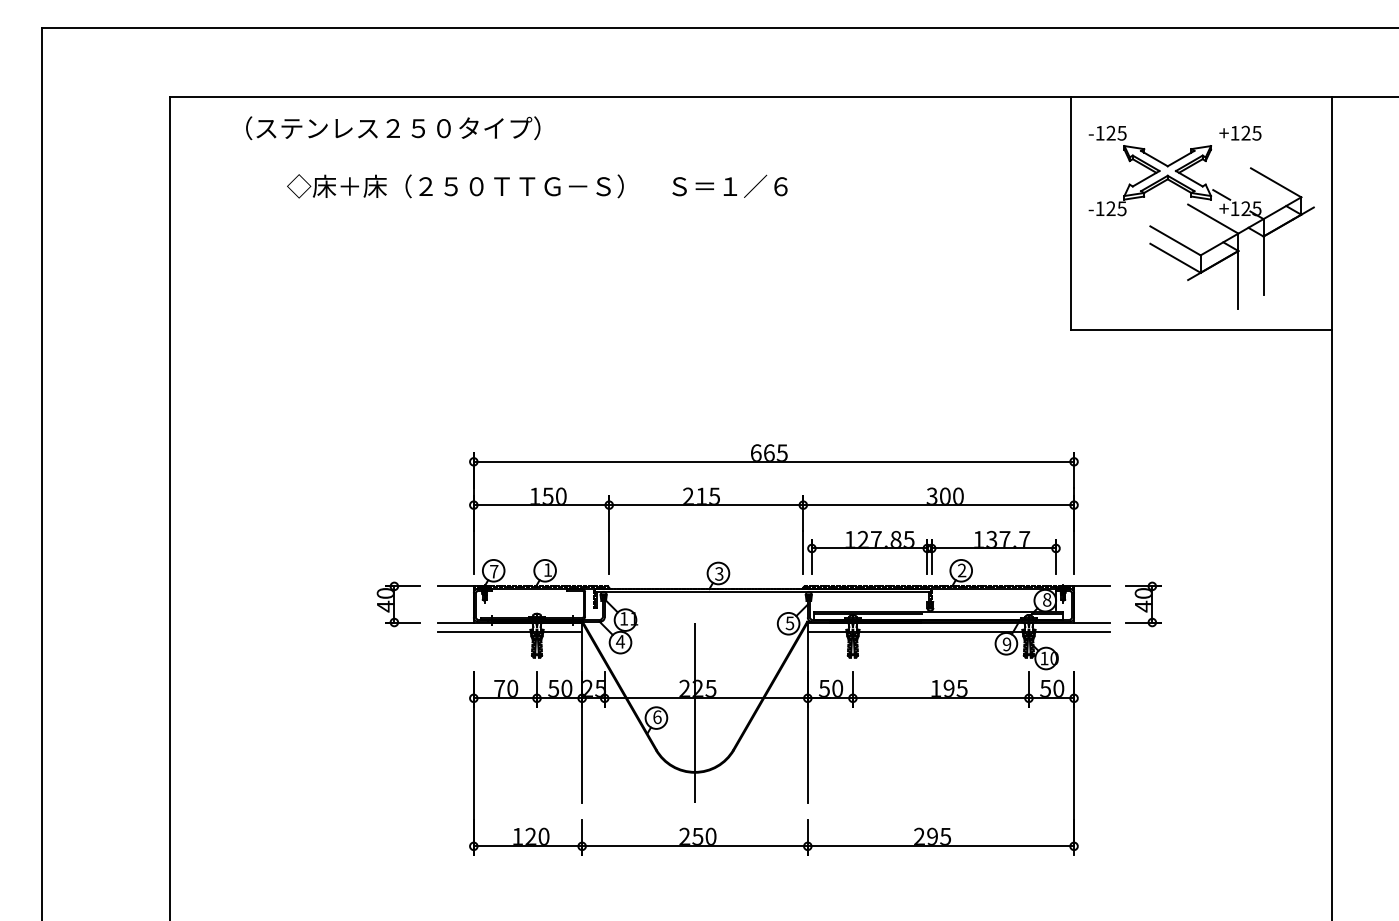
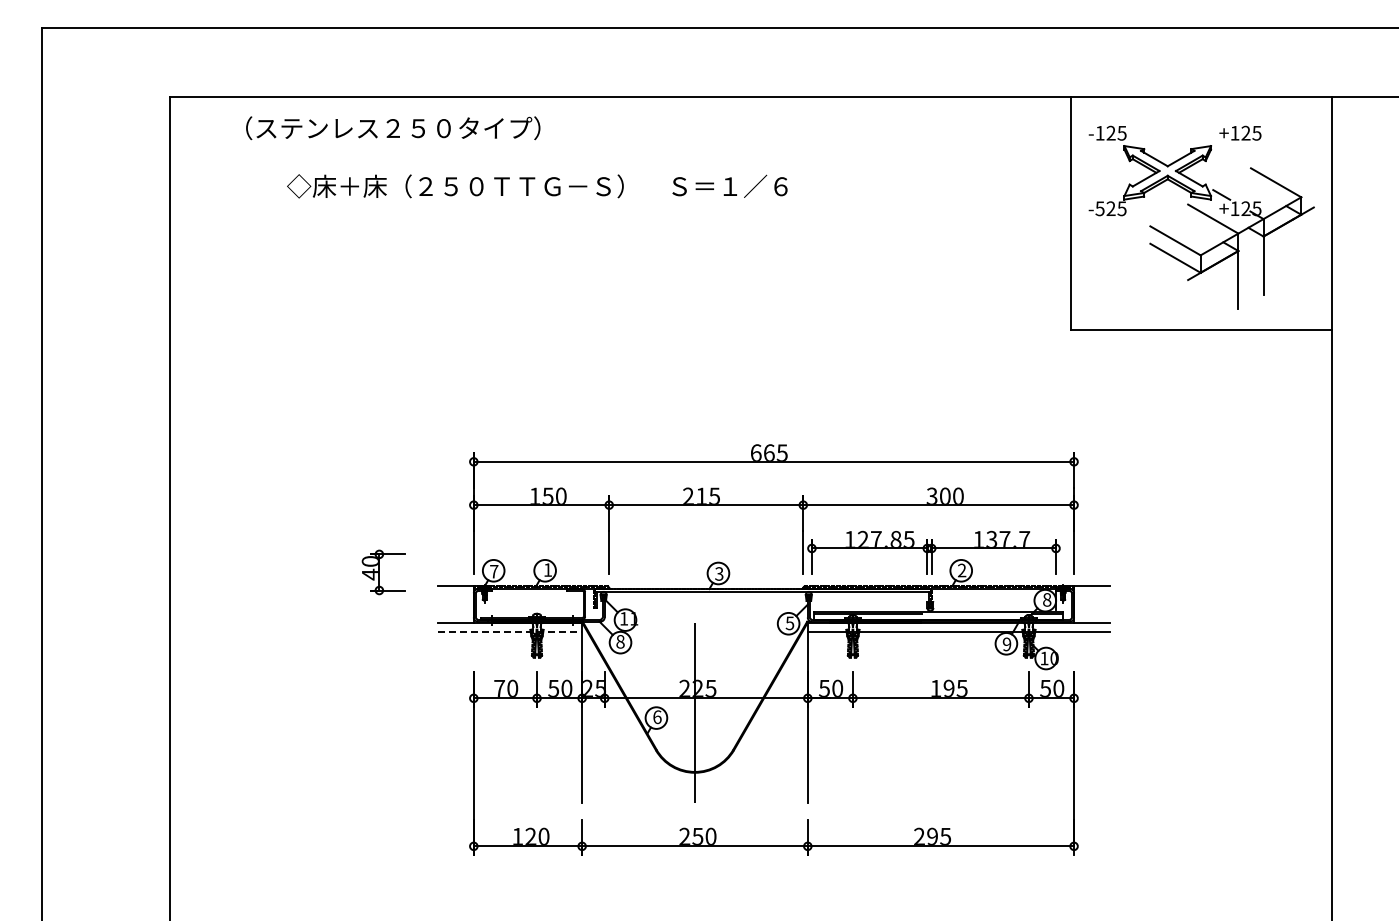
text at (1099, 208): -125 -> -525
part at (398, 604) position: (398, 604) -> (383, 572)
part at (1143, 604): present -> none
line at (510, 631): solid -> dashed
text at (619, 641): 4 -> 8
